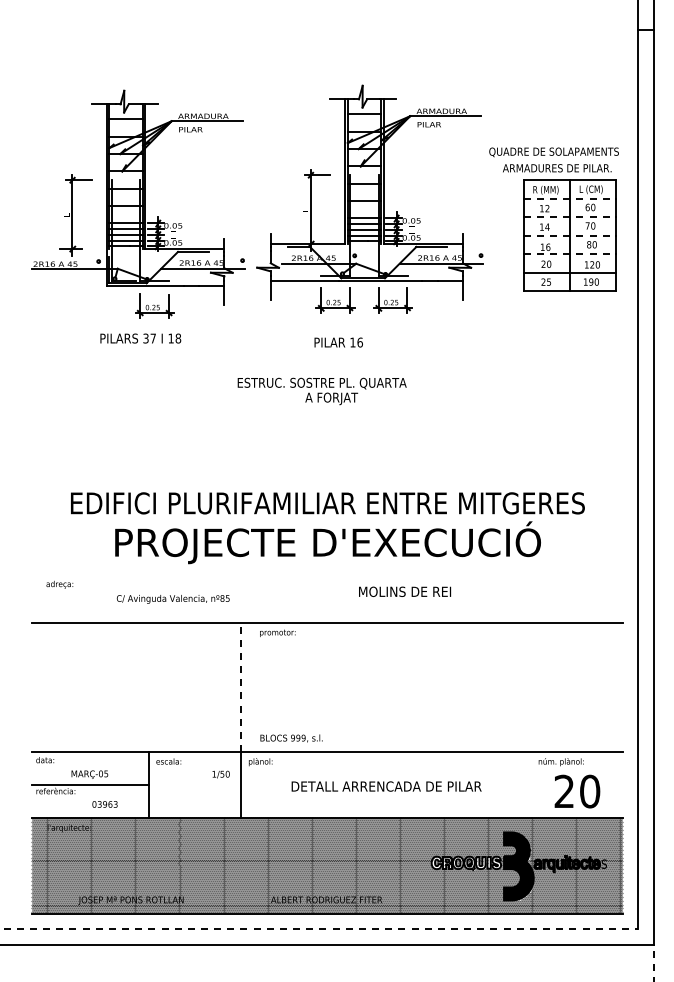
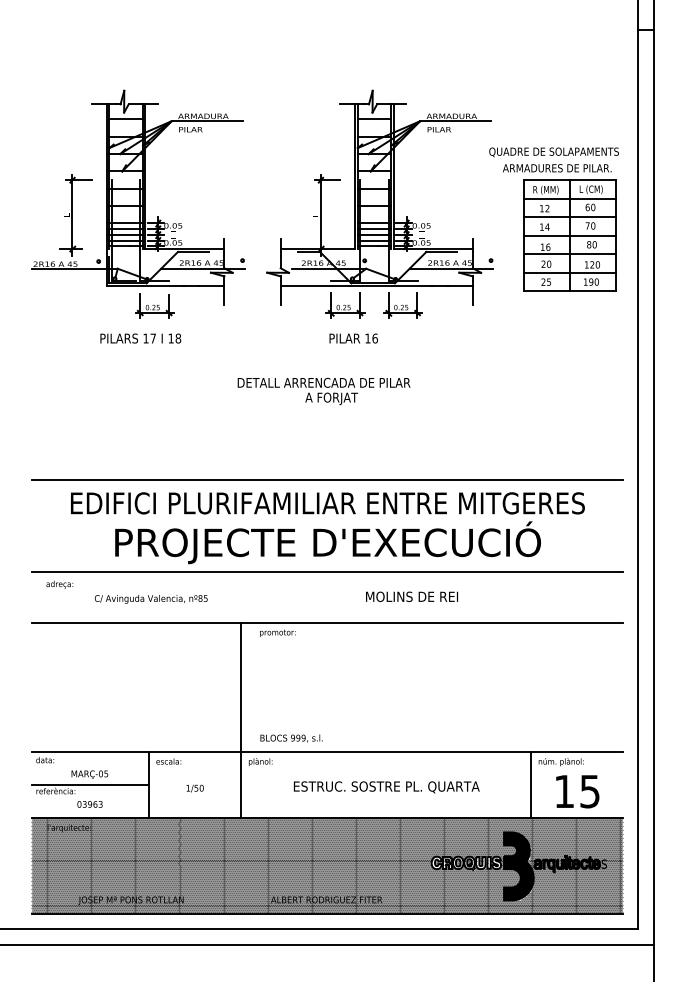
part at (369, 198) position: (369, 198) -> (379, 203)
line at (570, 198): dashed -> solid
line at (570, 217): dashed -> solid
line at (570, 235): dashed -> solid
line at (570, 254): dashed -> solid
text at (145, 338): 37 -> 17
text at (338, 342) position: (338, 342) -> (353, 338)
text at (324, 383): ESTRUC. SOSTRE PL. QUARTA -> DETALL ARRENCADA DE PILAR
line at (327, 479): none -> present
line at (327, 572): none -> present
text at (405, 591) position: (405, 591) -> (412, 596)
text at (172, 599) position: (172, 599) -> (150, 599)
line at (241, 687): dashed -> solid
text at (220, 774) position: (220, 774) -> (194, 788)
line at (530, 784): none -> present
text at (386, 787): DETALL ARRENCADA DE PILAR -> ESTRUC. SOSTRE PL. QUARTA
text at (577, 791): 20 -> 15
text at (104, 804) position: (104, 804) -> (89, 804)
line at (319, 929): dashed -> solid
line at (653, 962): dashed -> solid
